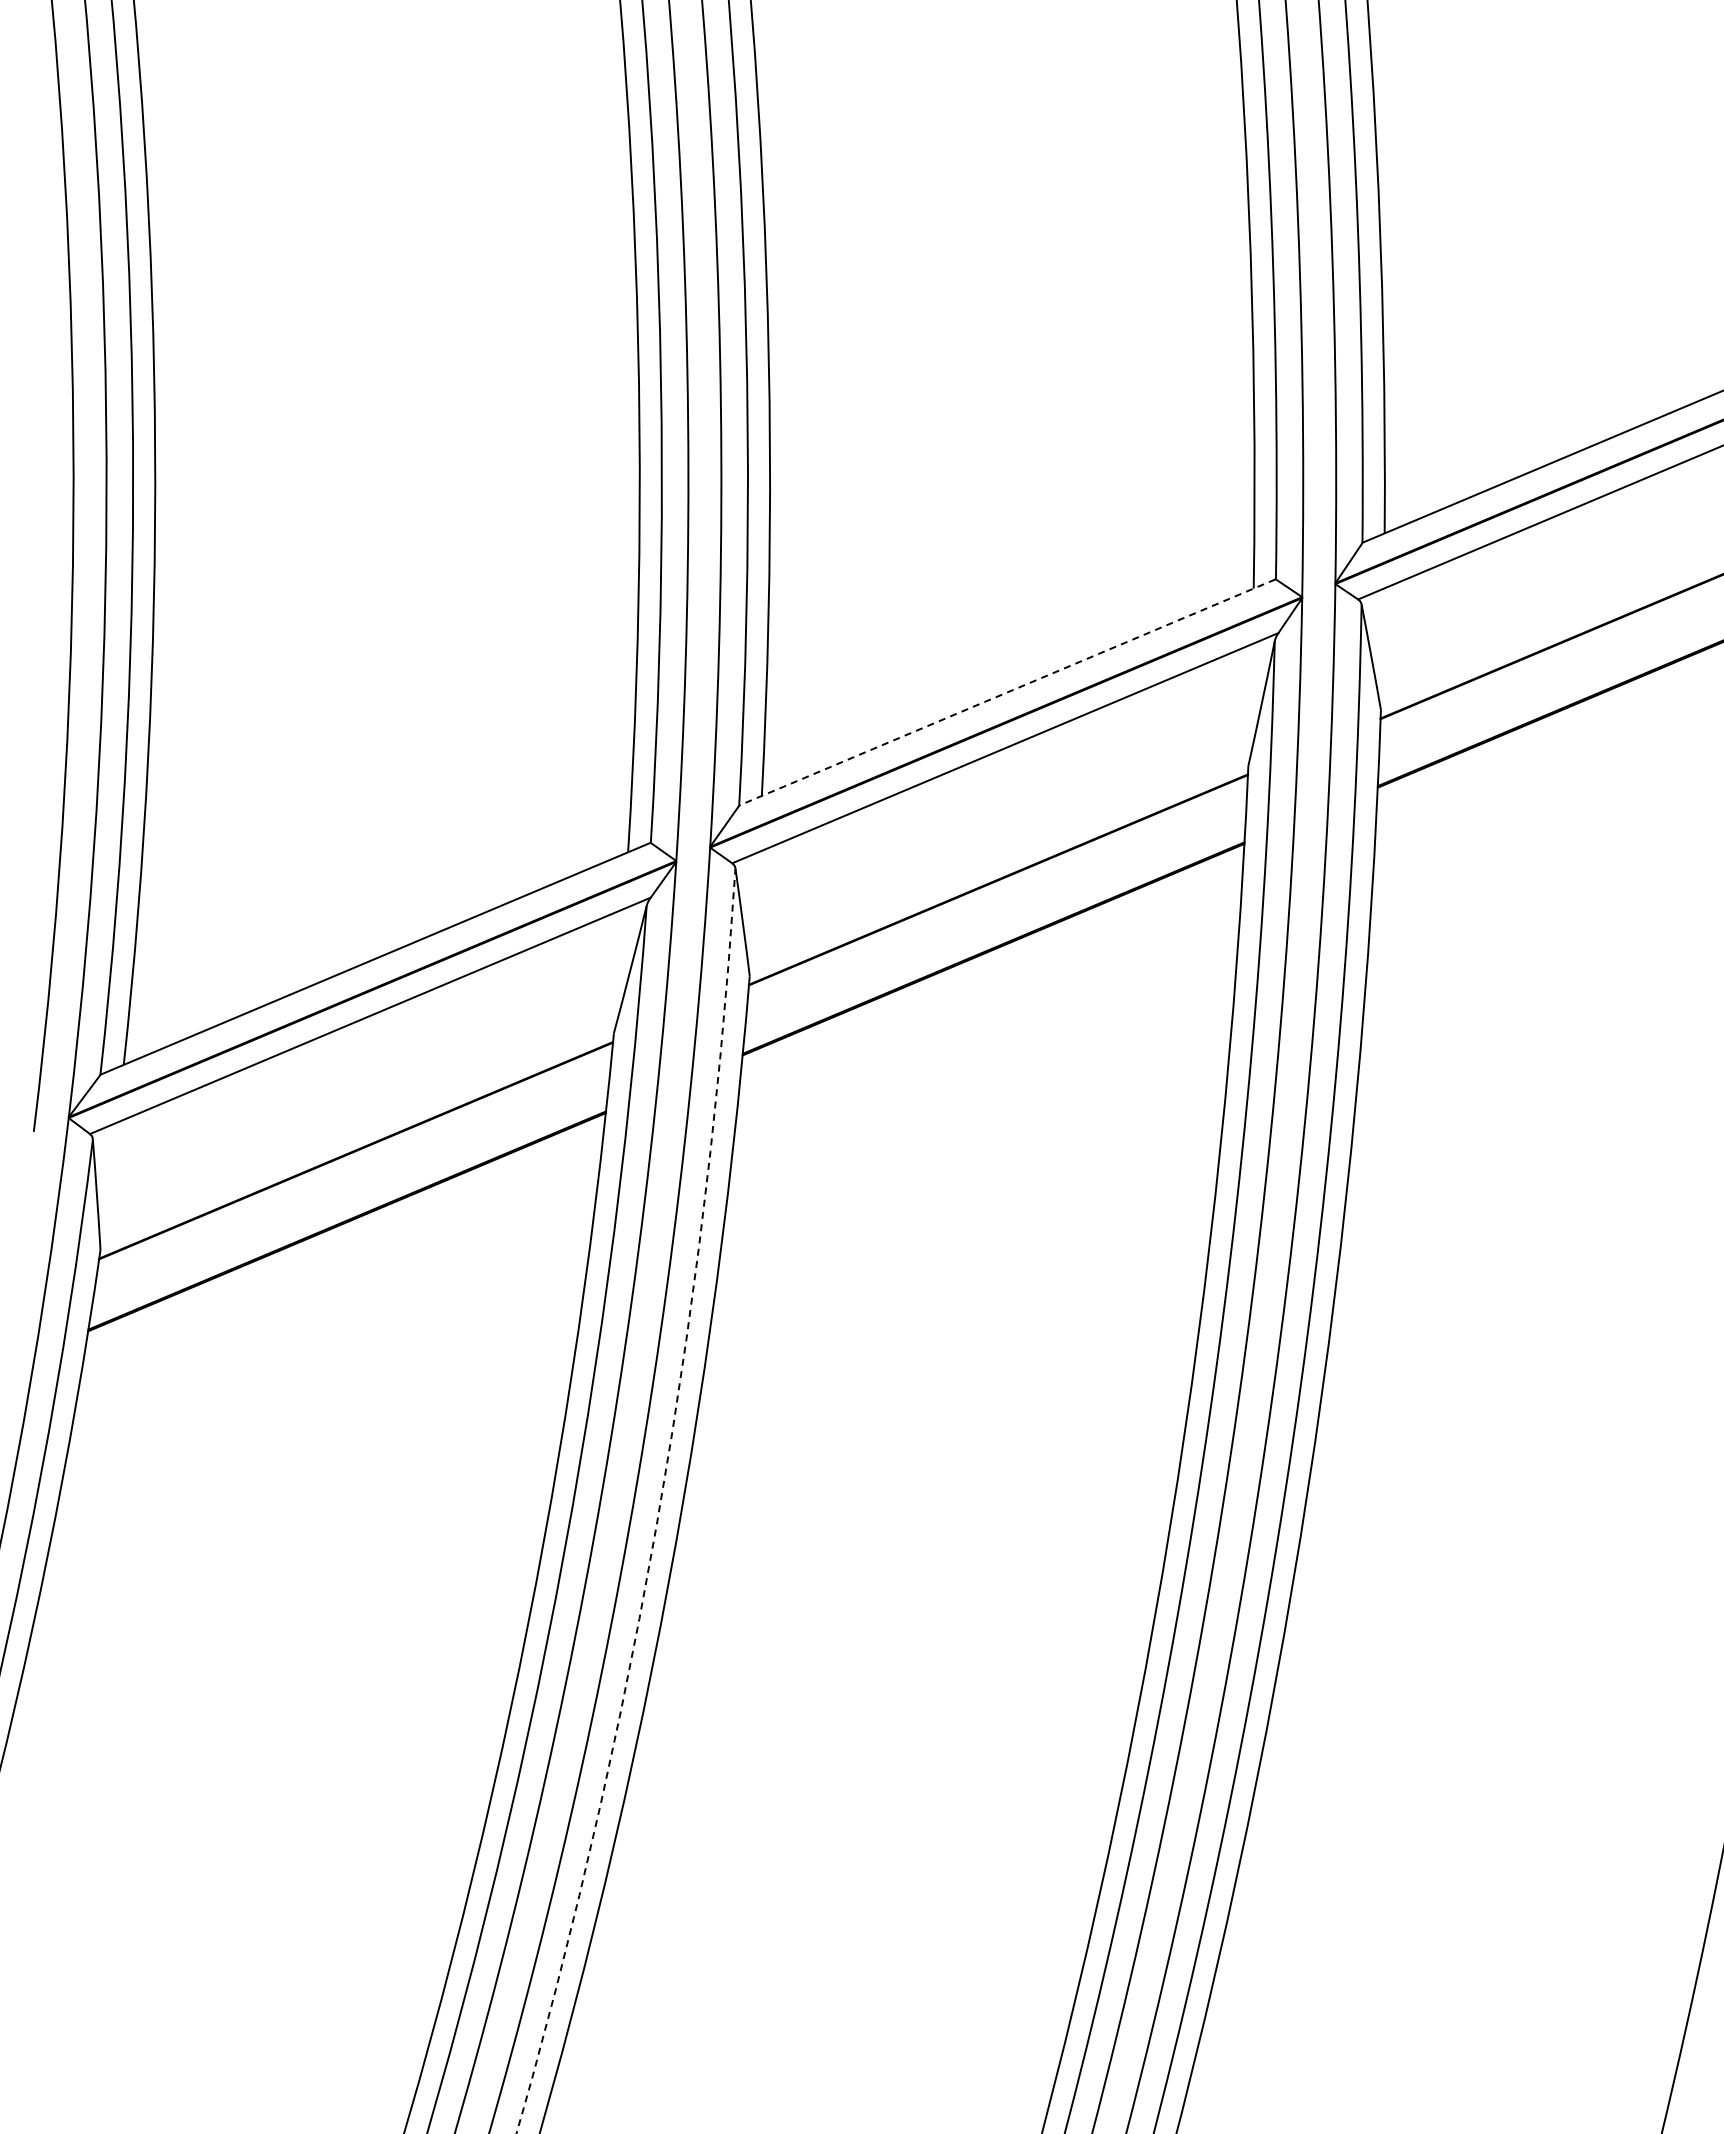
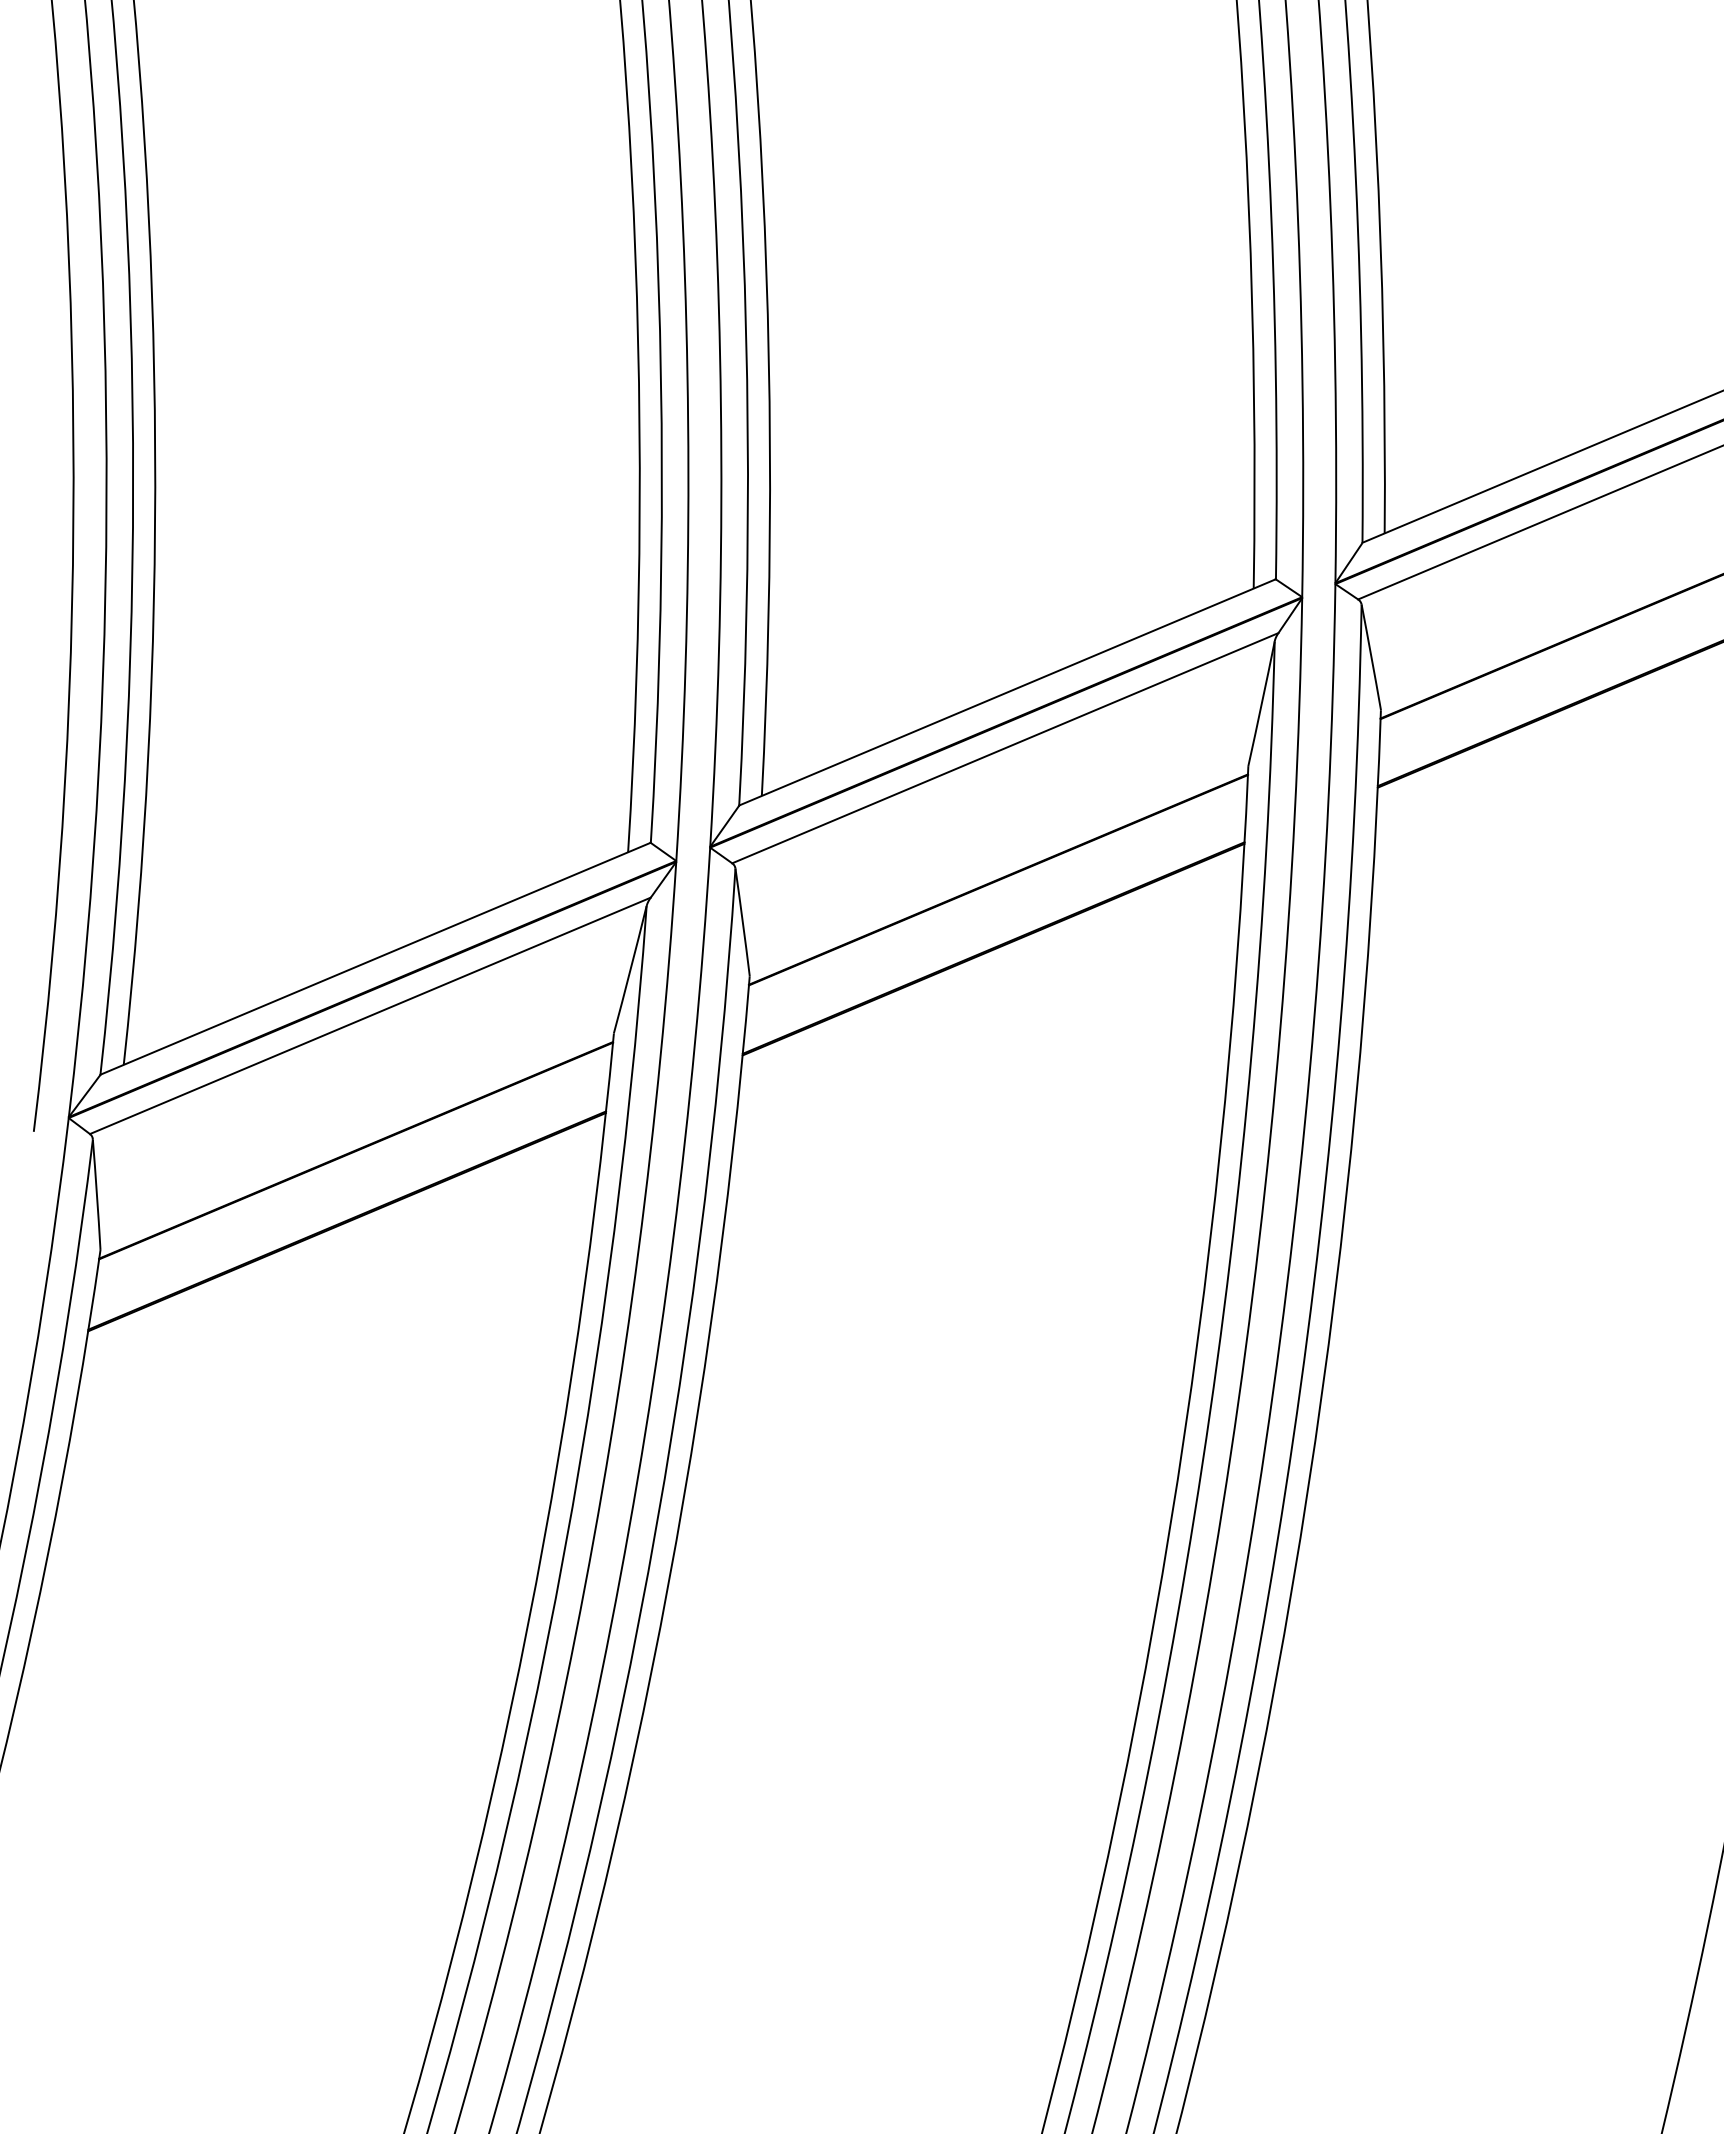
line at (1007, 692): dashed -> solid
arc at (659, 1507): dashed -> solid
